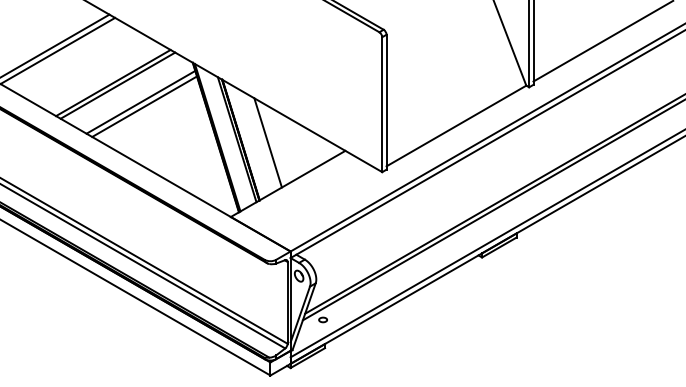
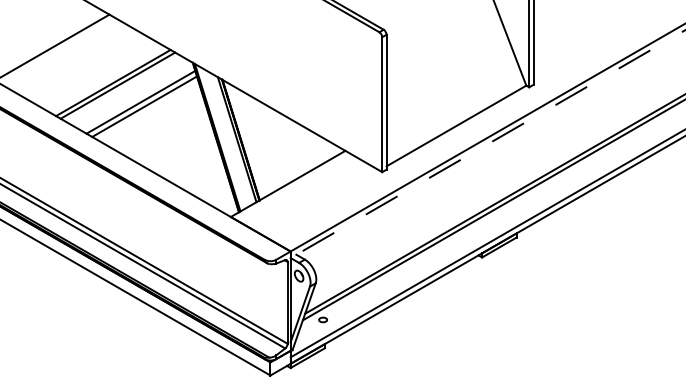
line at (601, 41): present -> none
line at (58, 50): present -> none
line at (267, 142): present -> none
line at (487, 144): solid -> dashed
